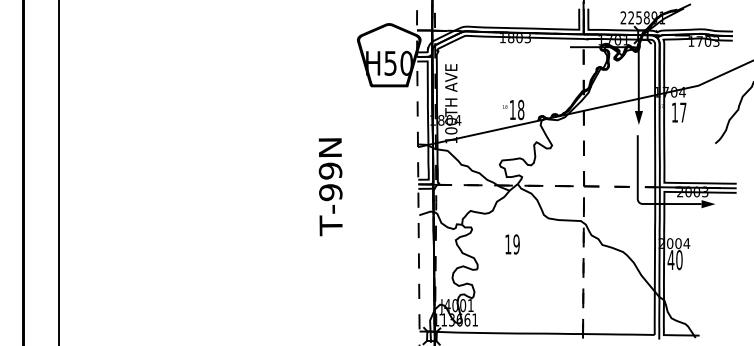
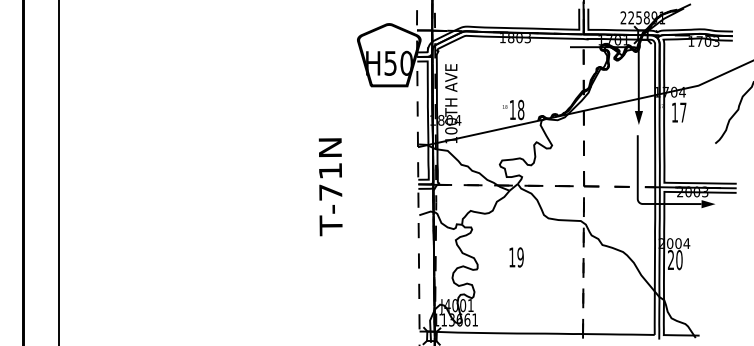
text at (330, 181): T-99N -> T-71N
text at (512, 244) position: (512, 244) -> (516, 257)
text at (670, 259): 40 -> 20
